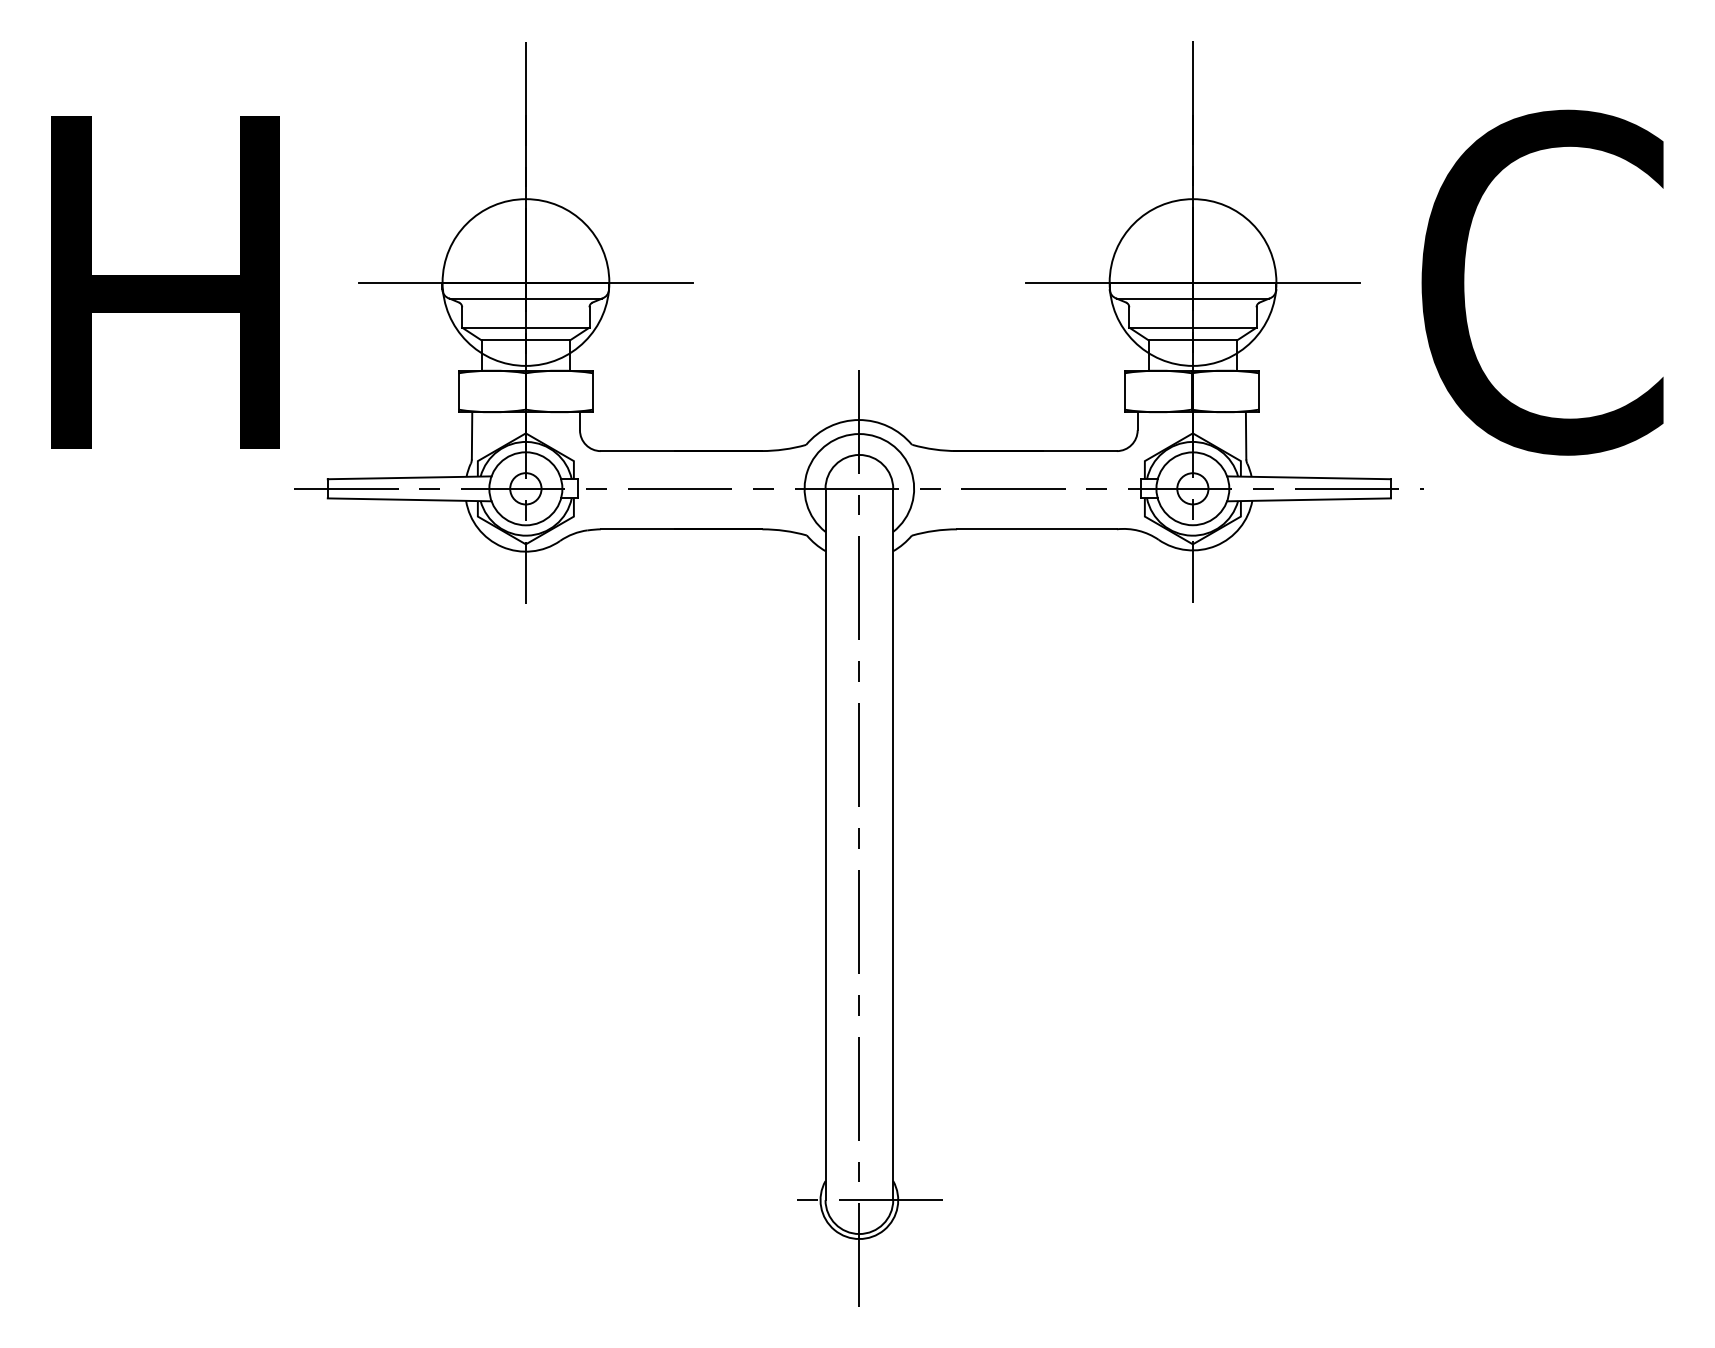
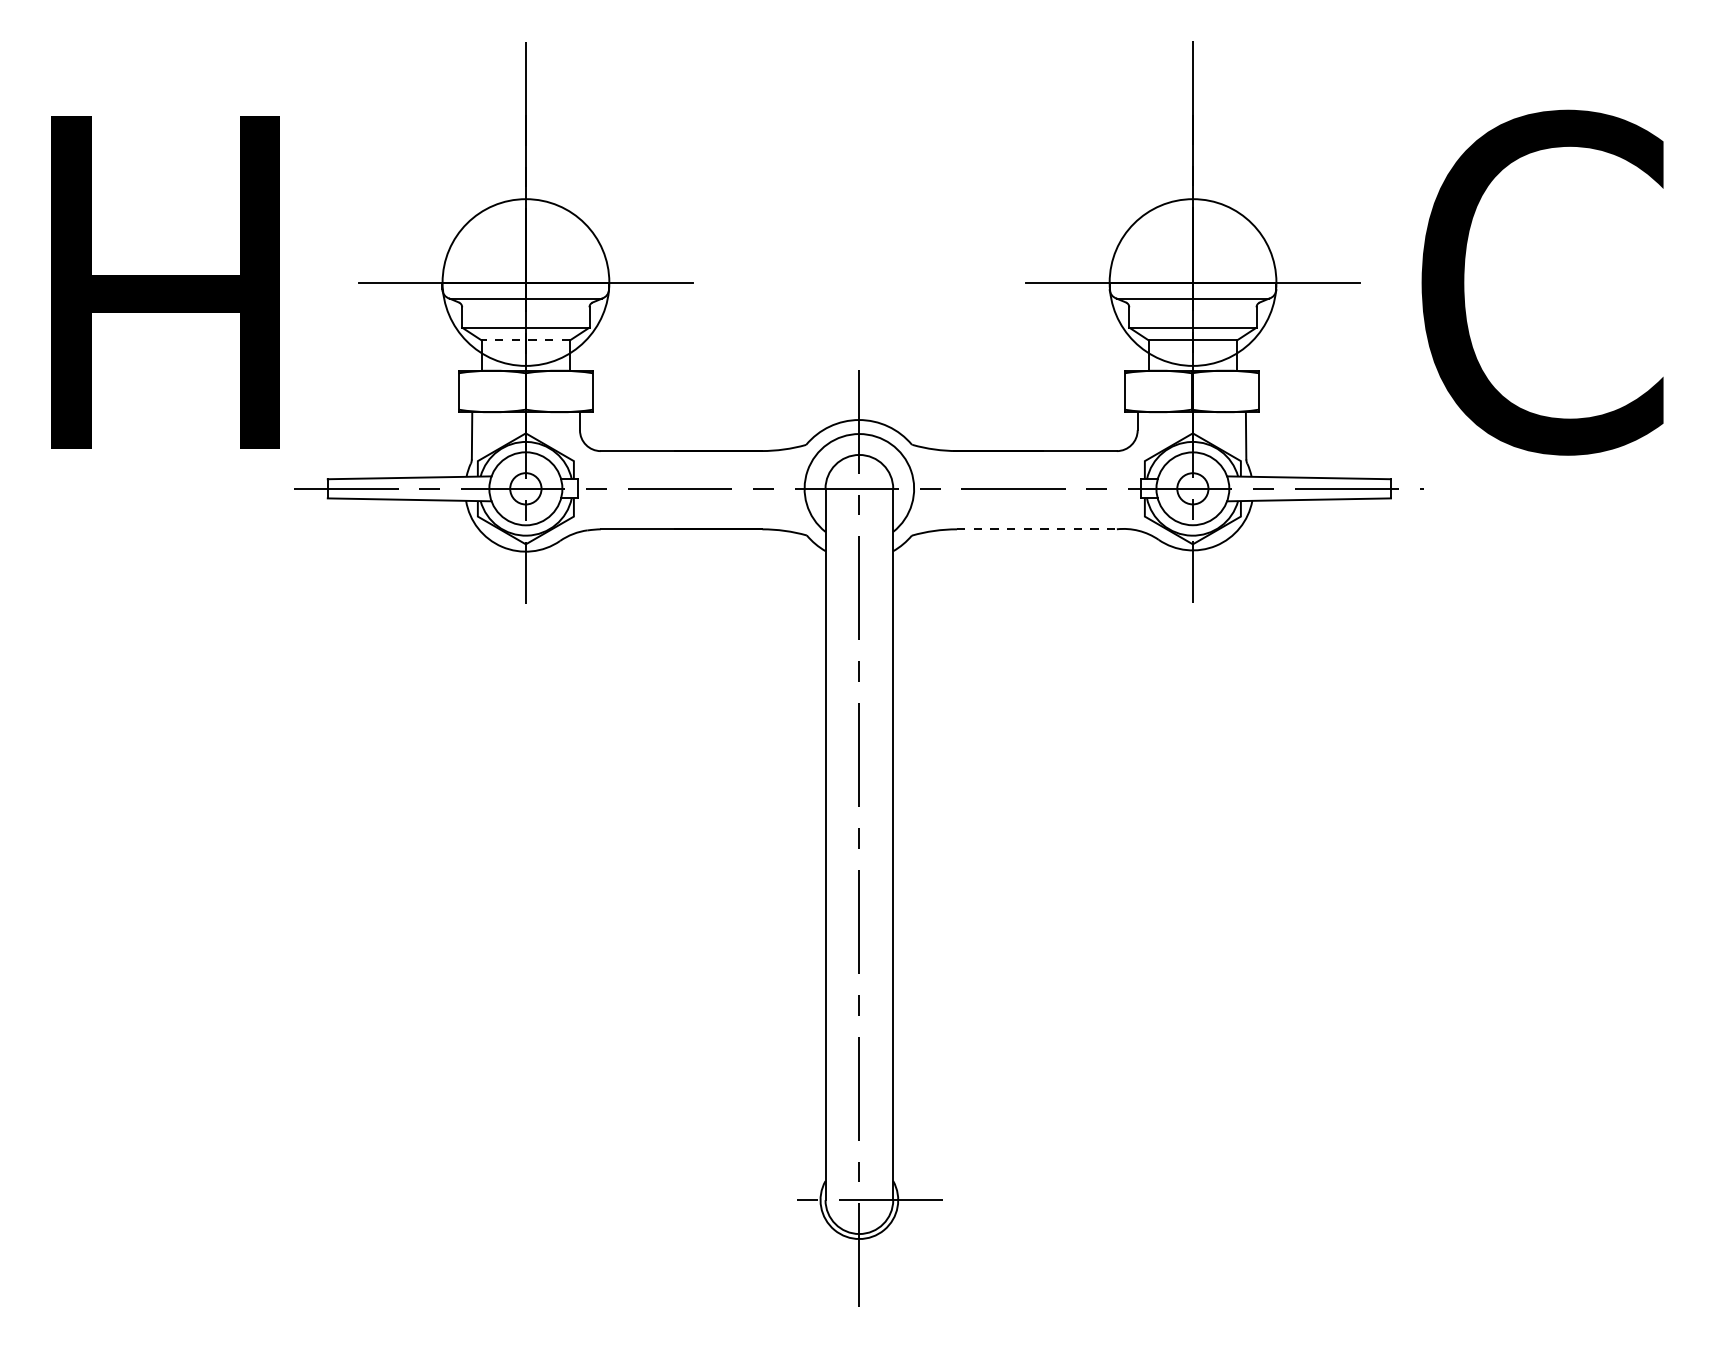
line at (525, 340): solid -> dashed
line at (1036, 529): solid -> dashed
